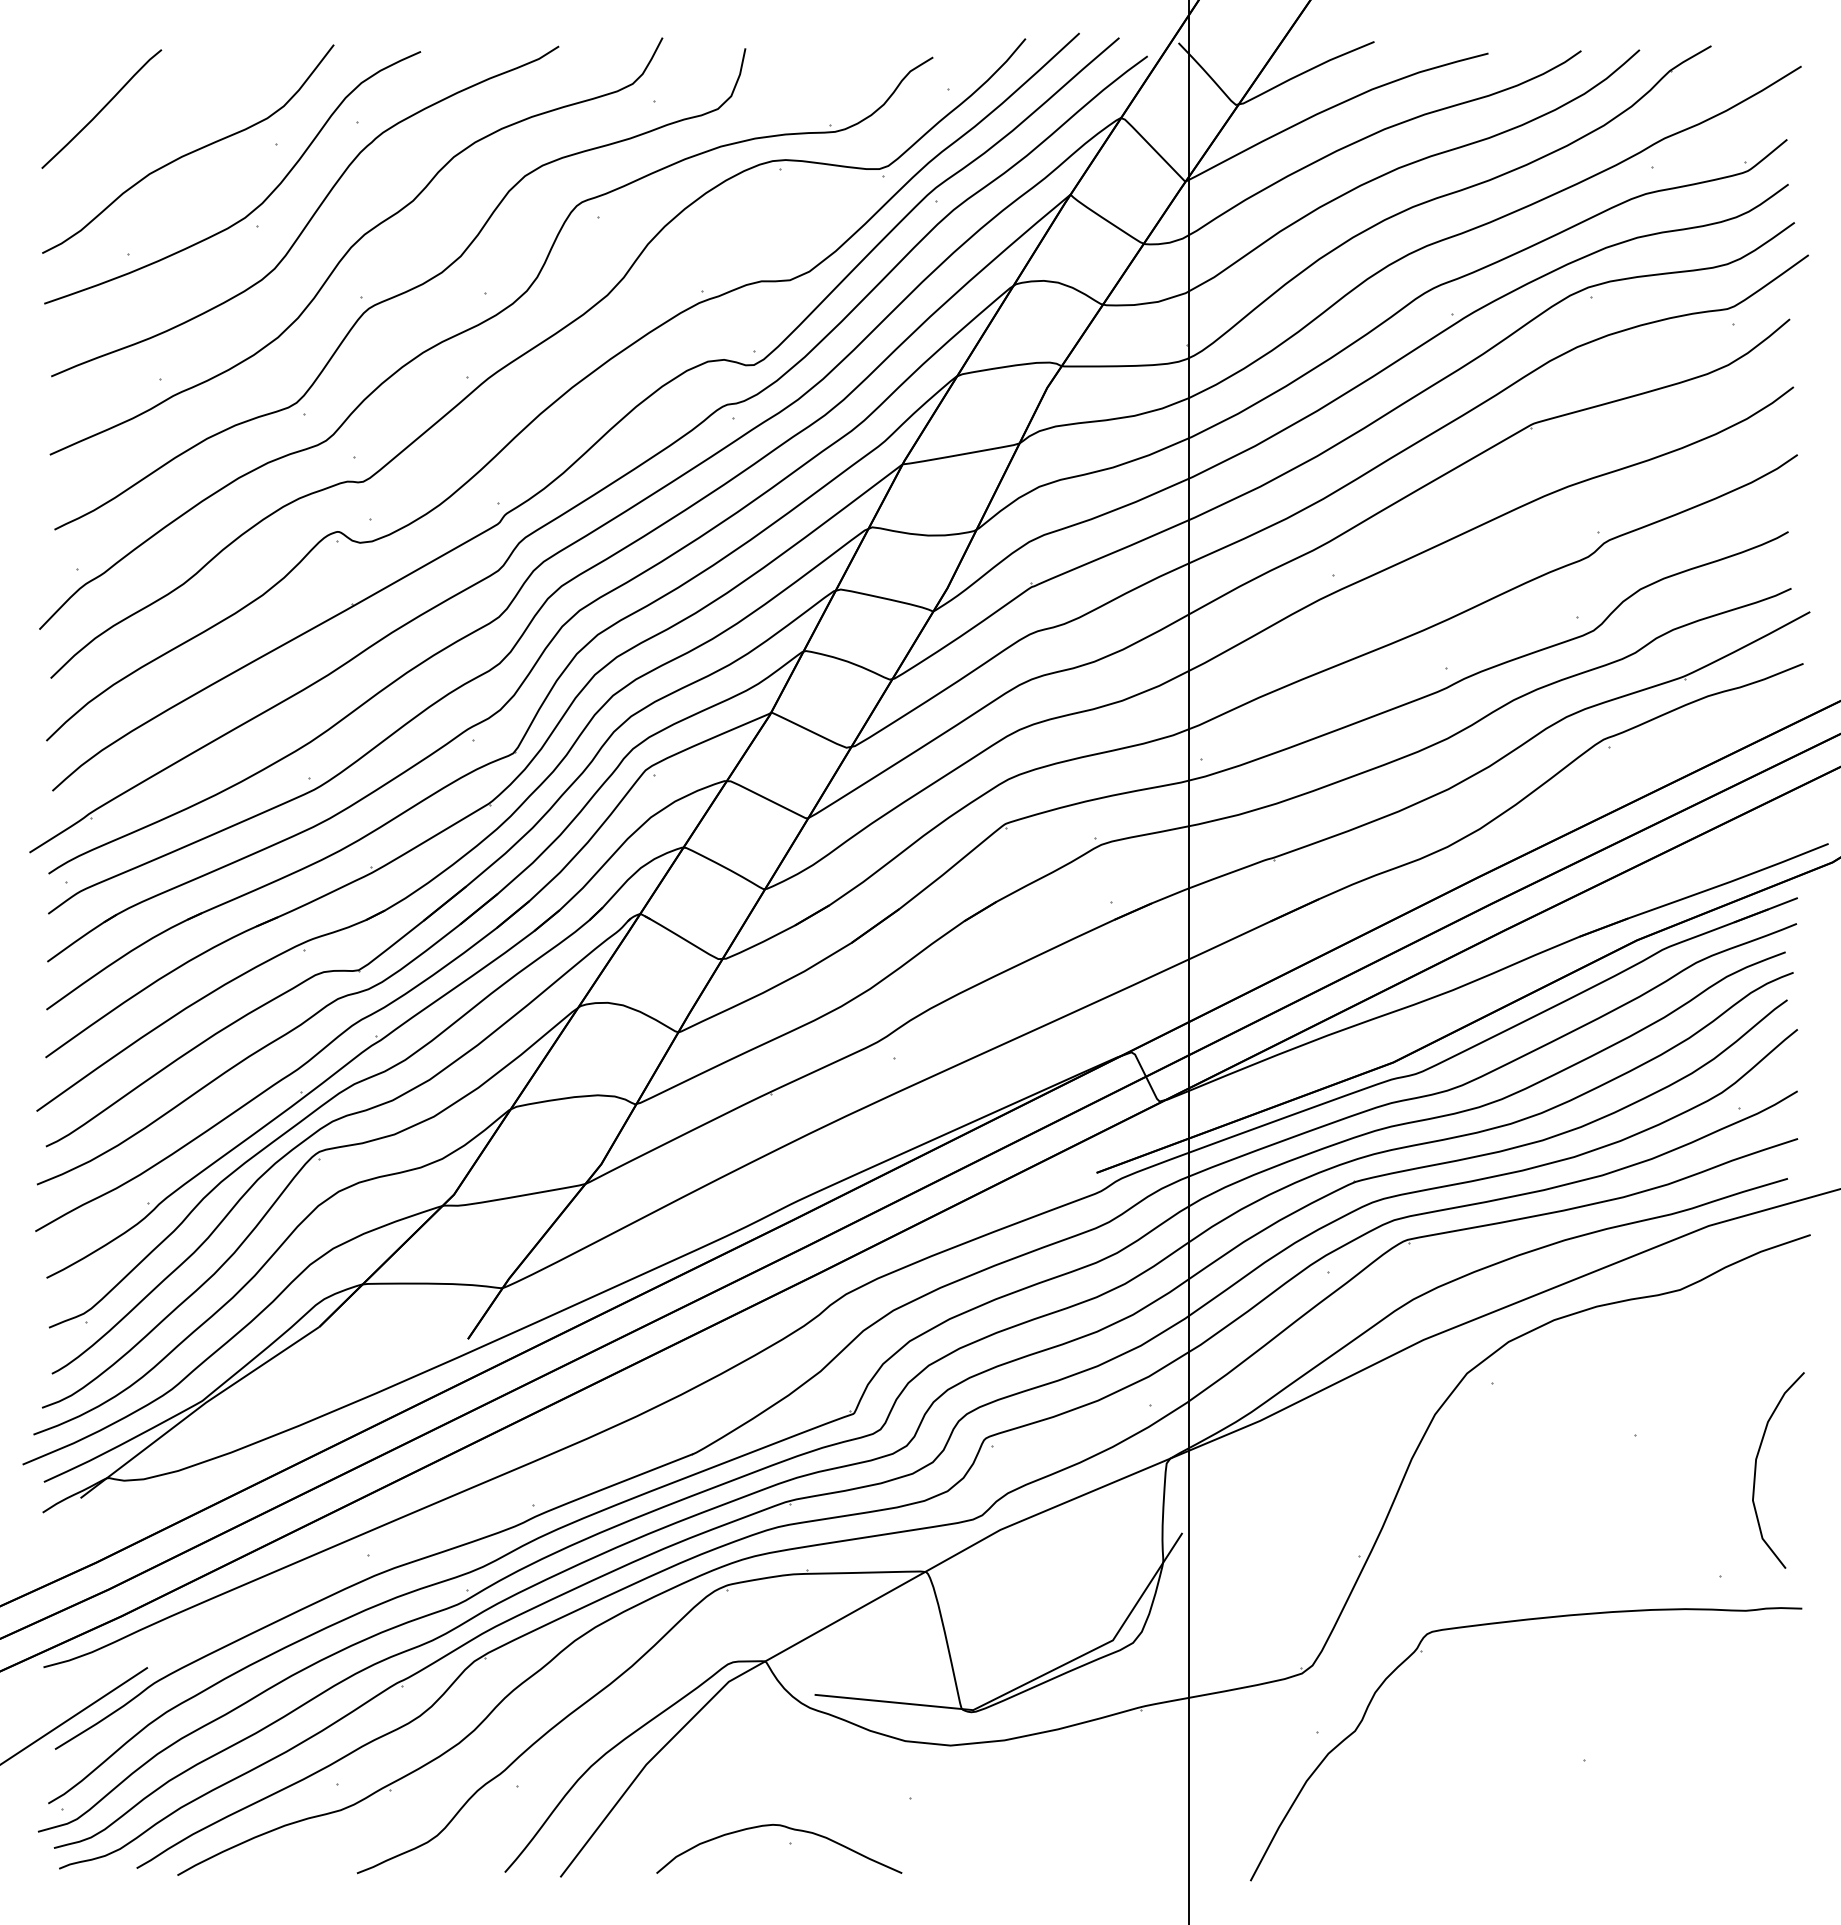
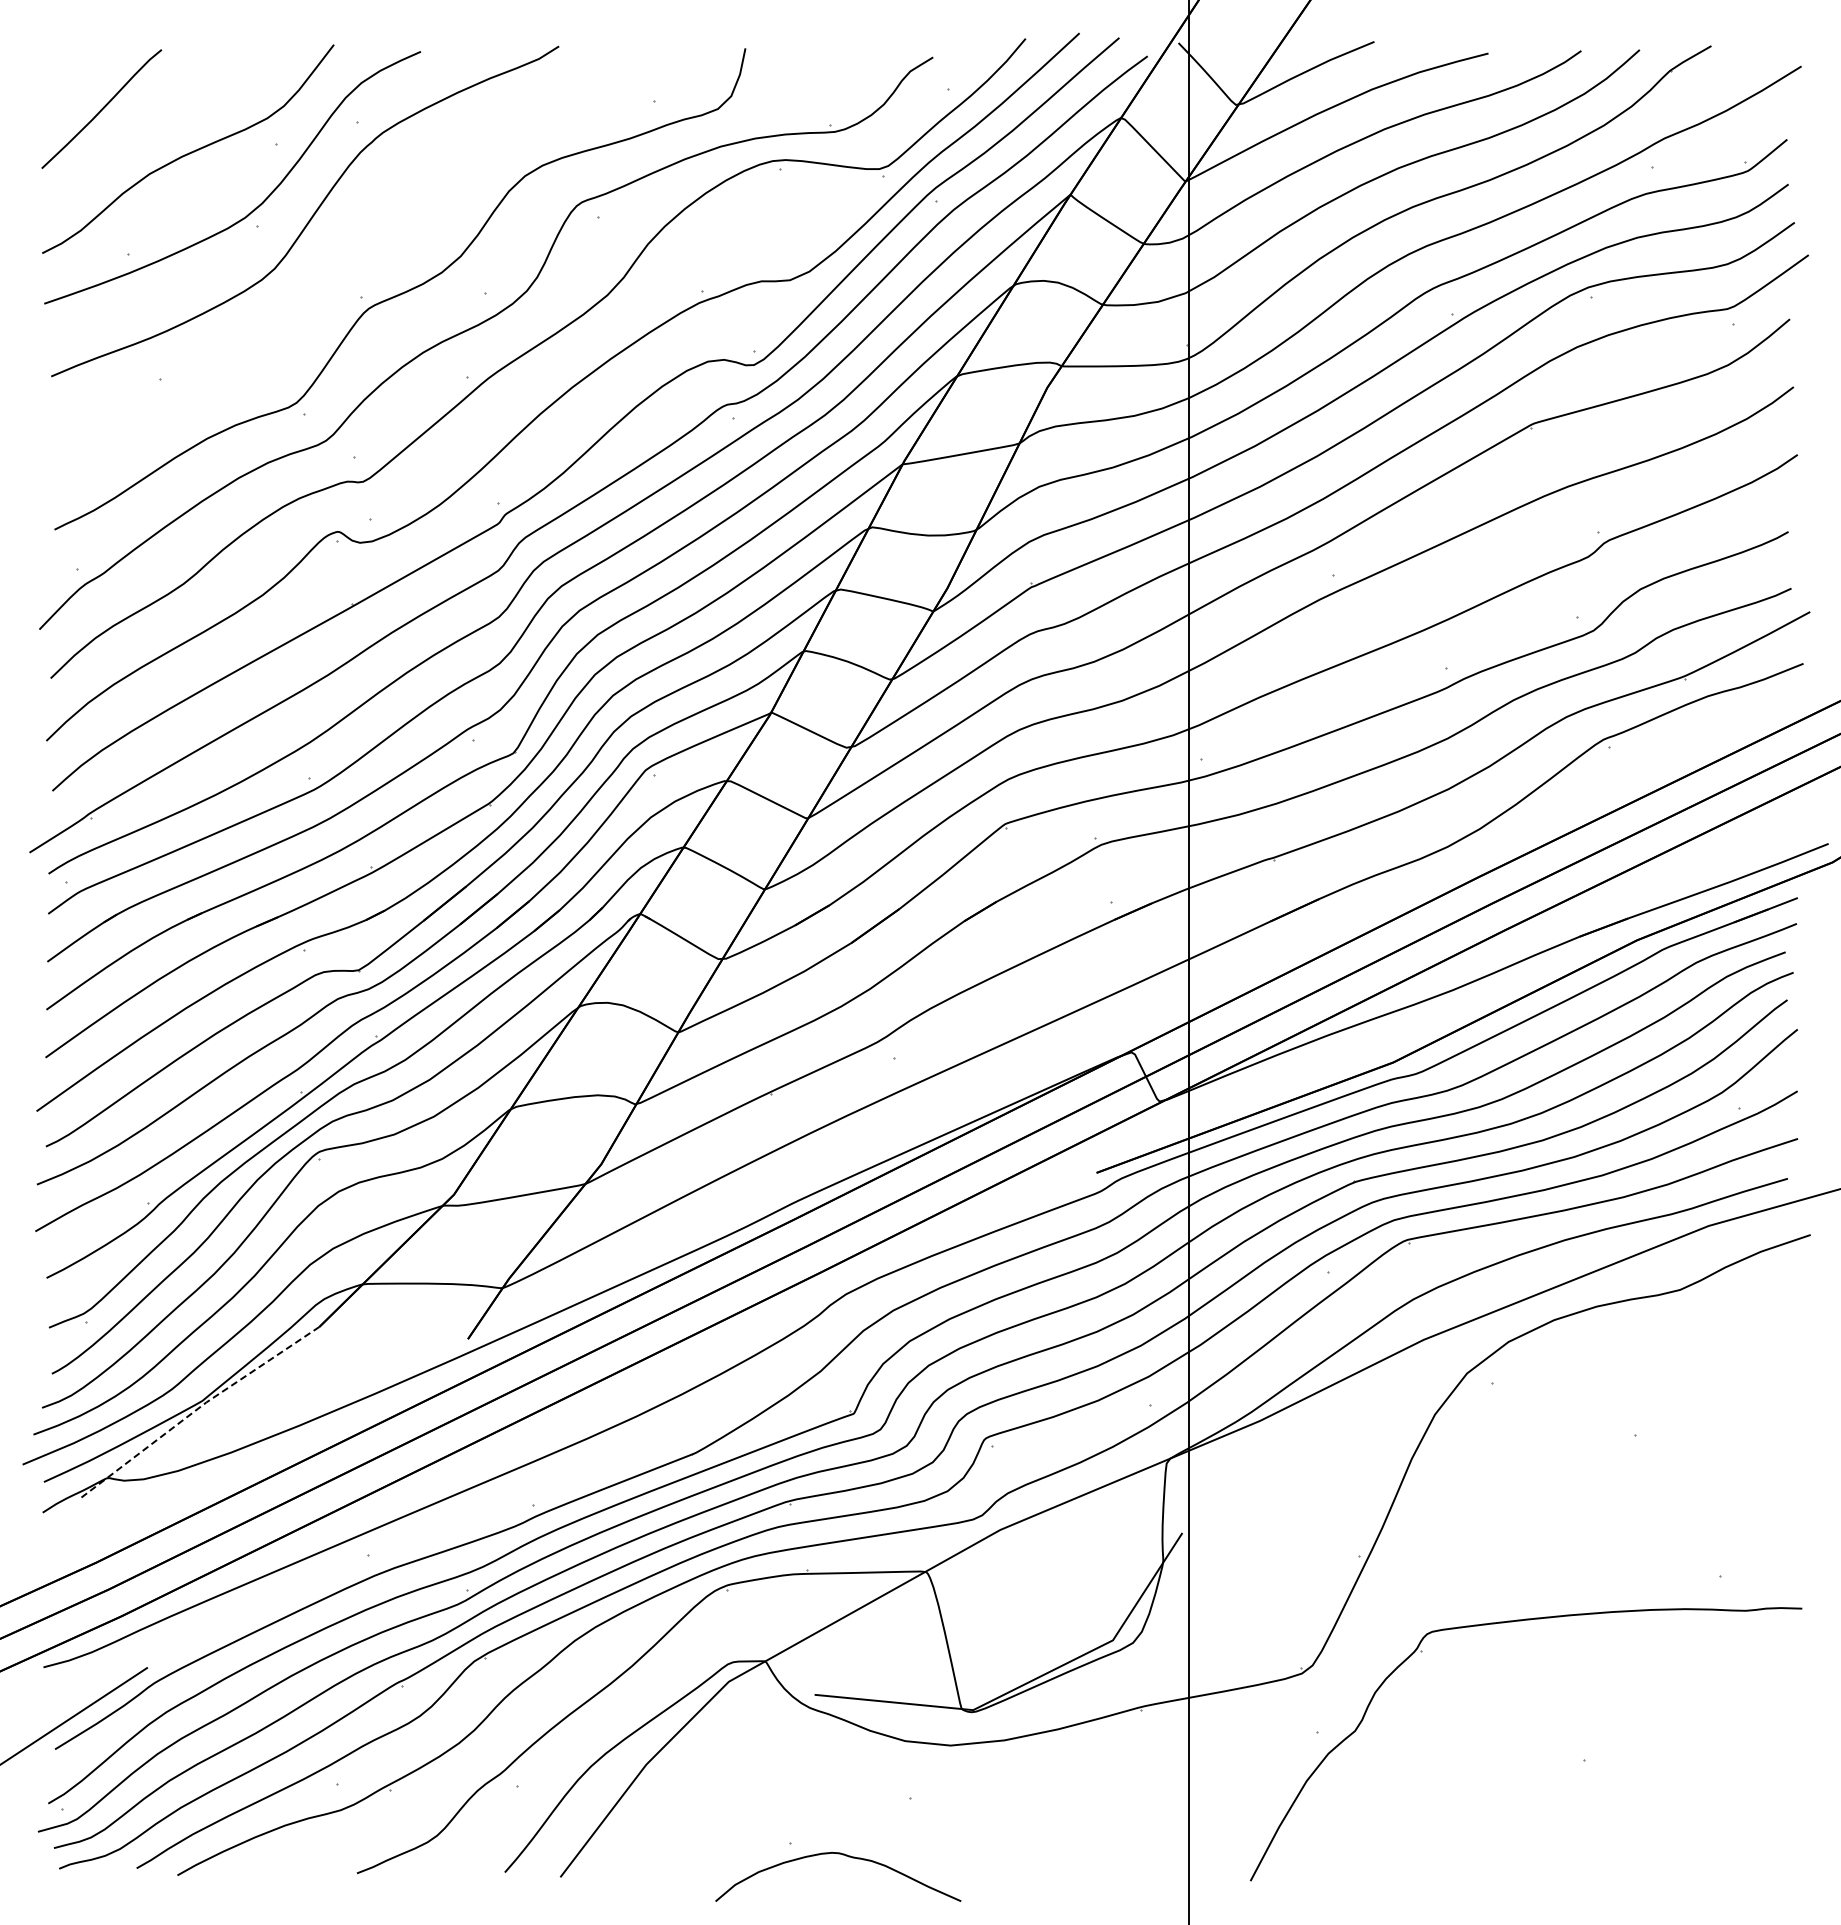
curve at (355, 244): present -> none
line at (198, 1408): solid -> dashed
curve at (1756, 1470): present -> none
curve at (786, 1828) position: (786, 1828) -> (845, 1856)
